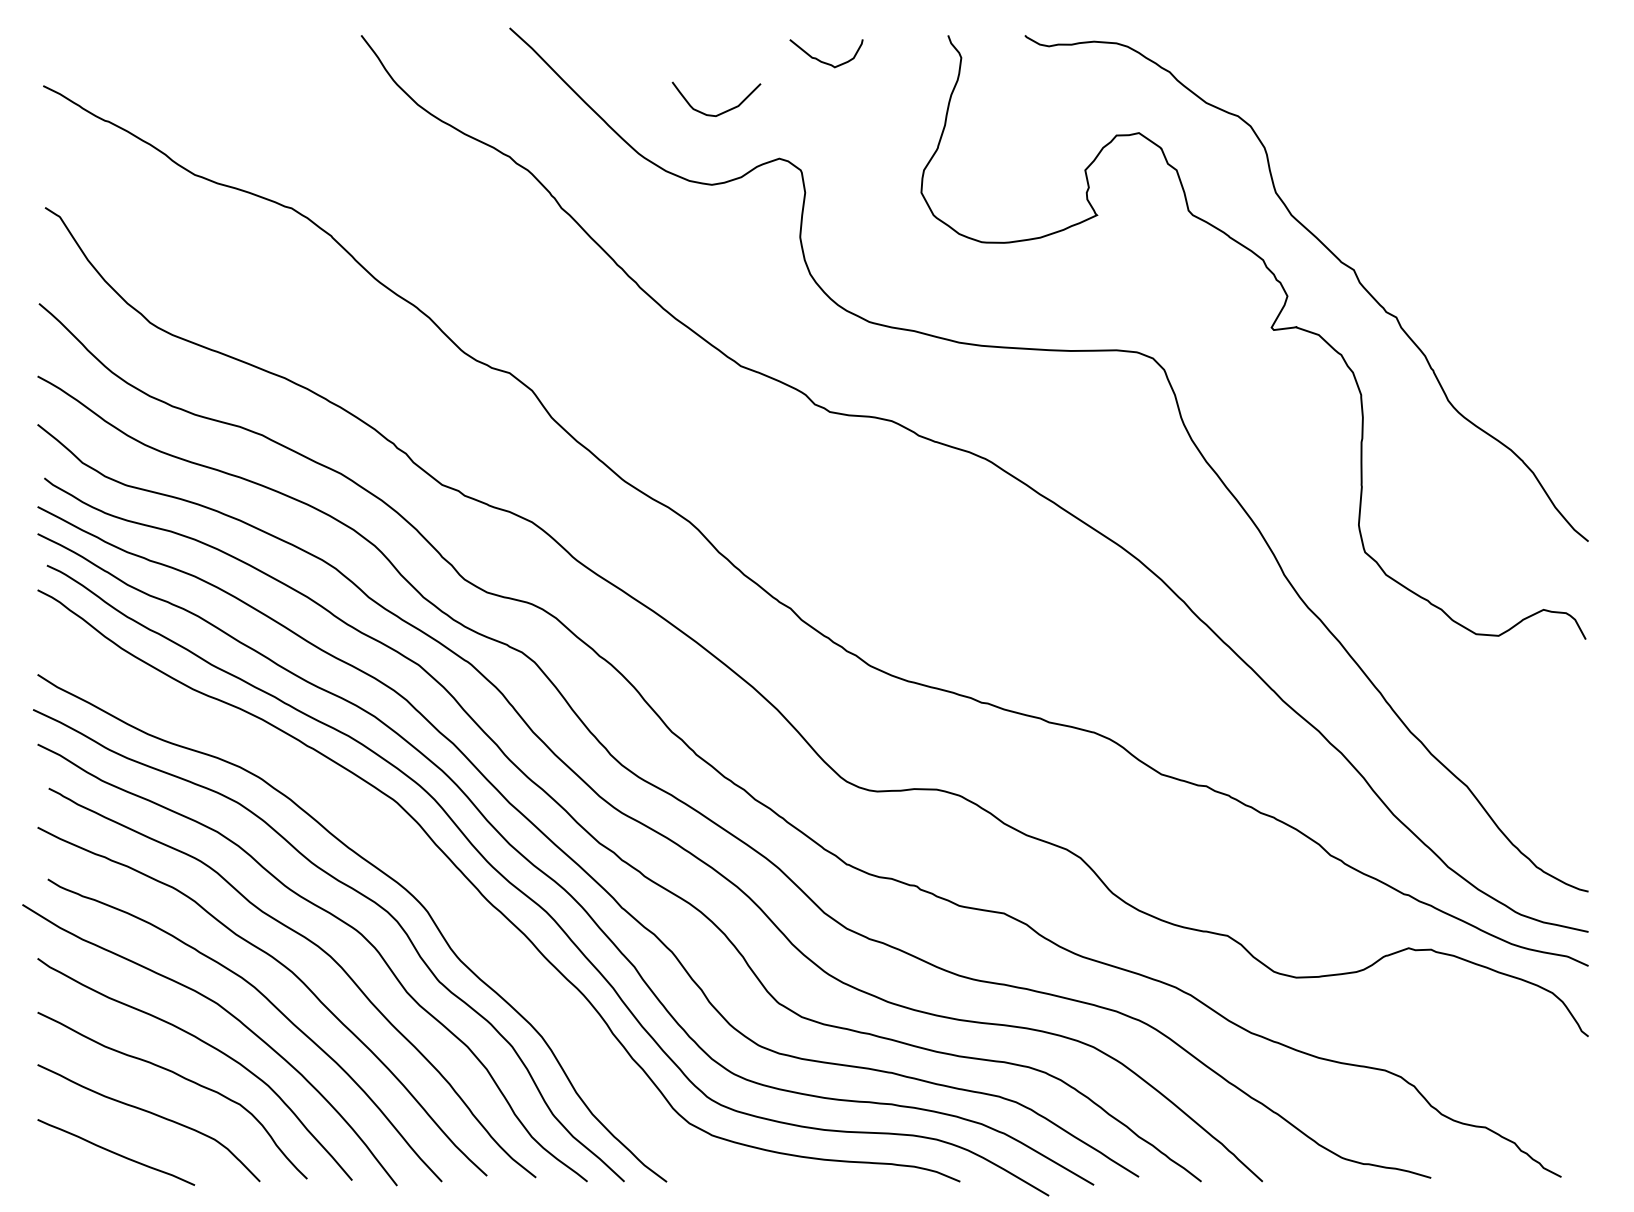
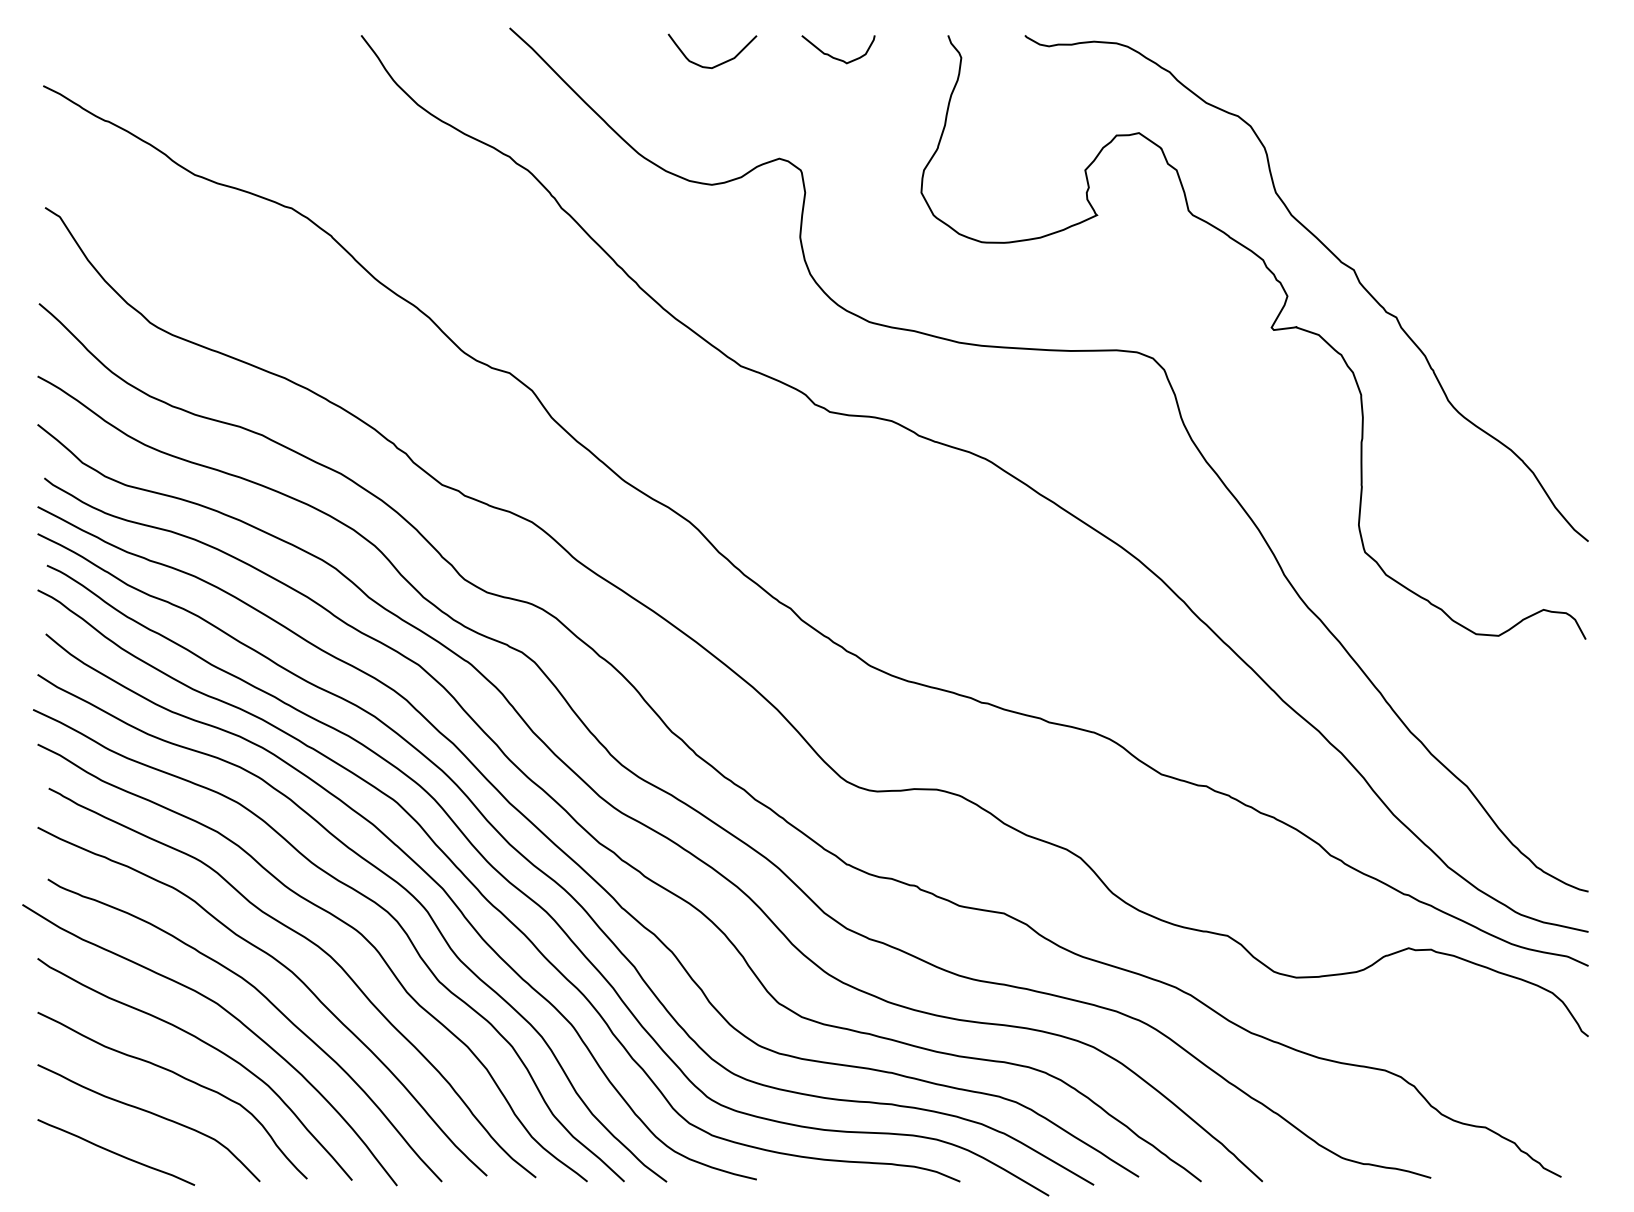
curve at (823, 61) position: (823, 61) -> (835, 57)
curve at (723, 111) position: (723, 111) -> (719, 63)
curve at (429, 877): none -> present
